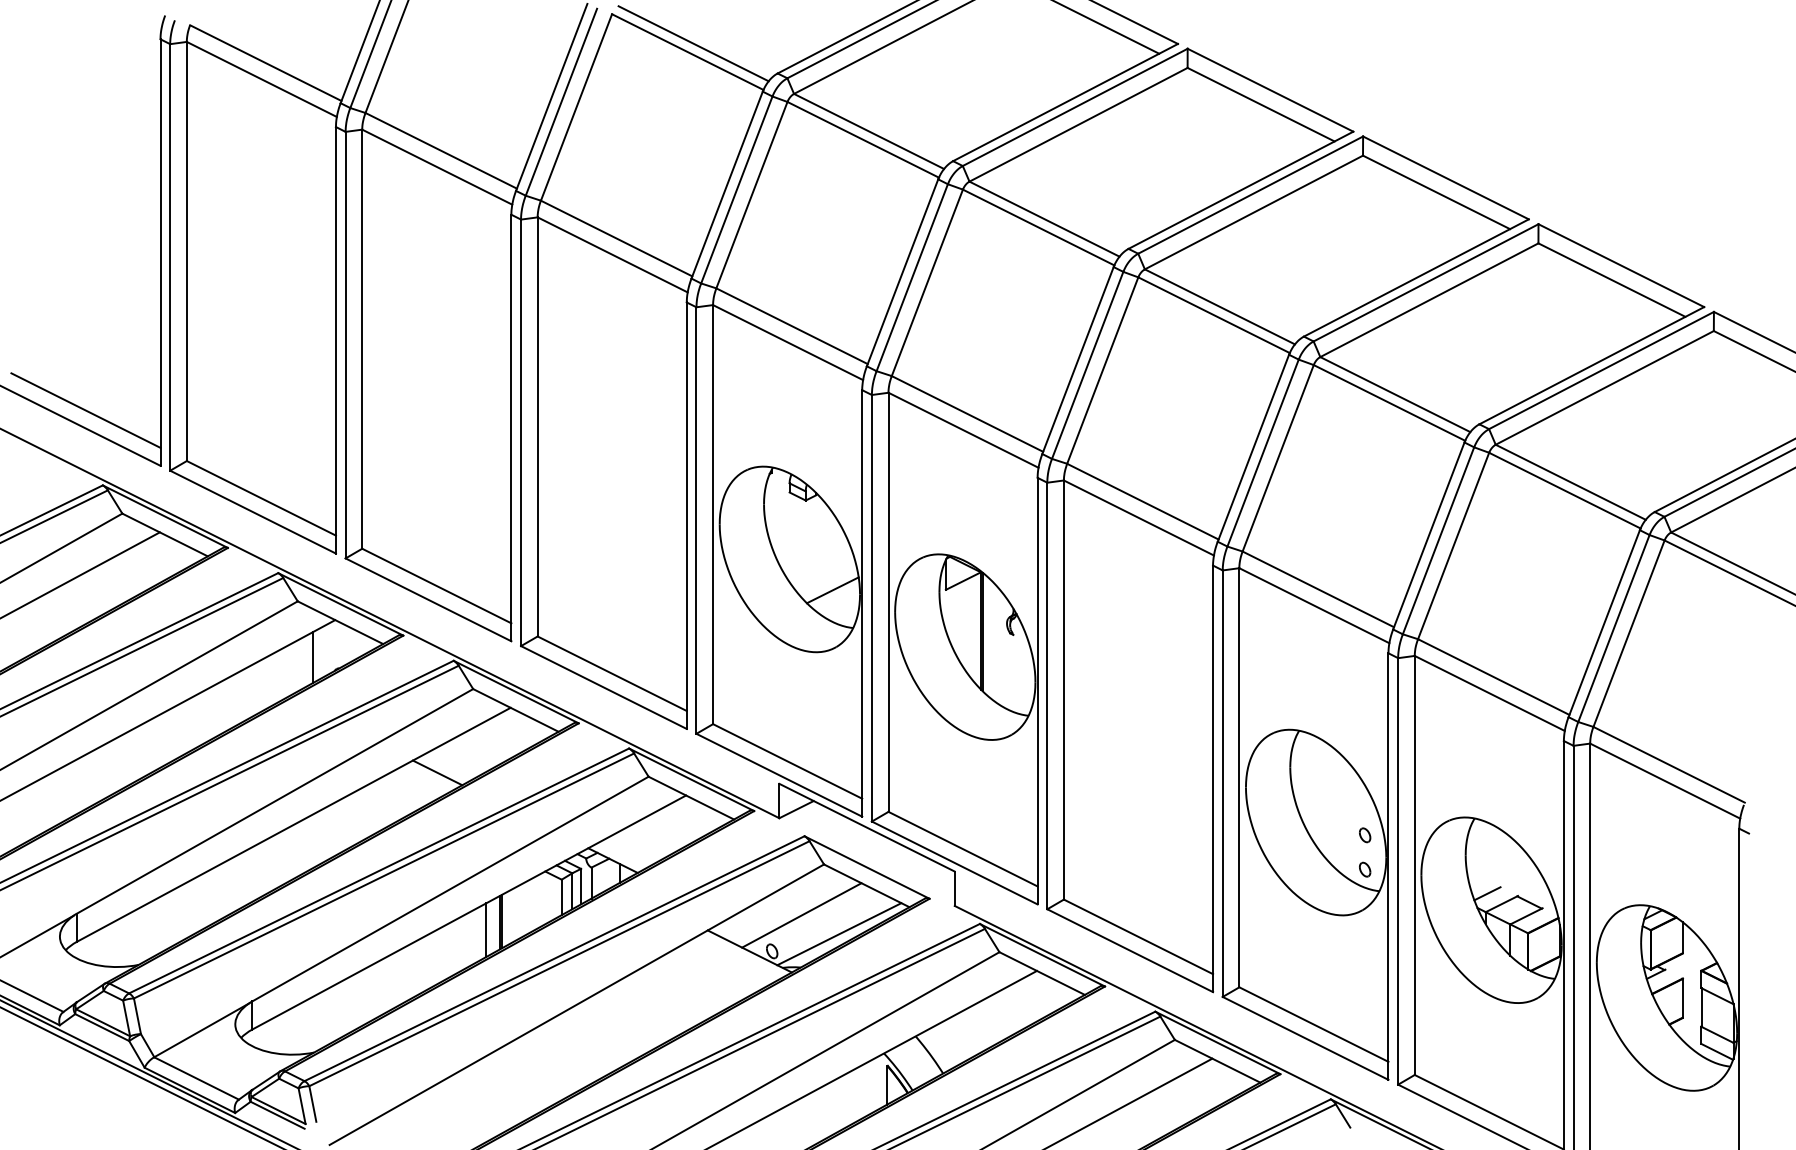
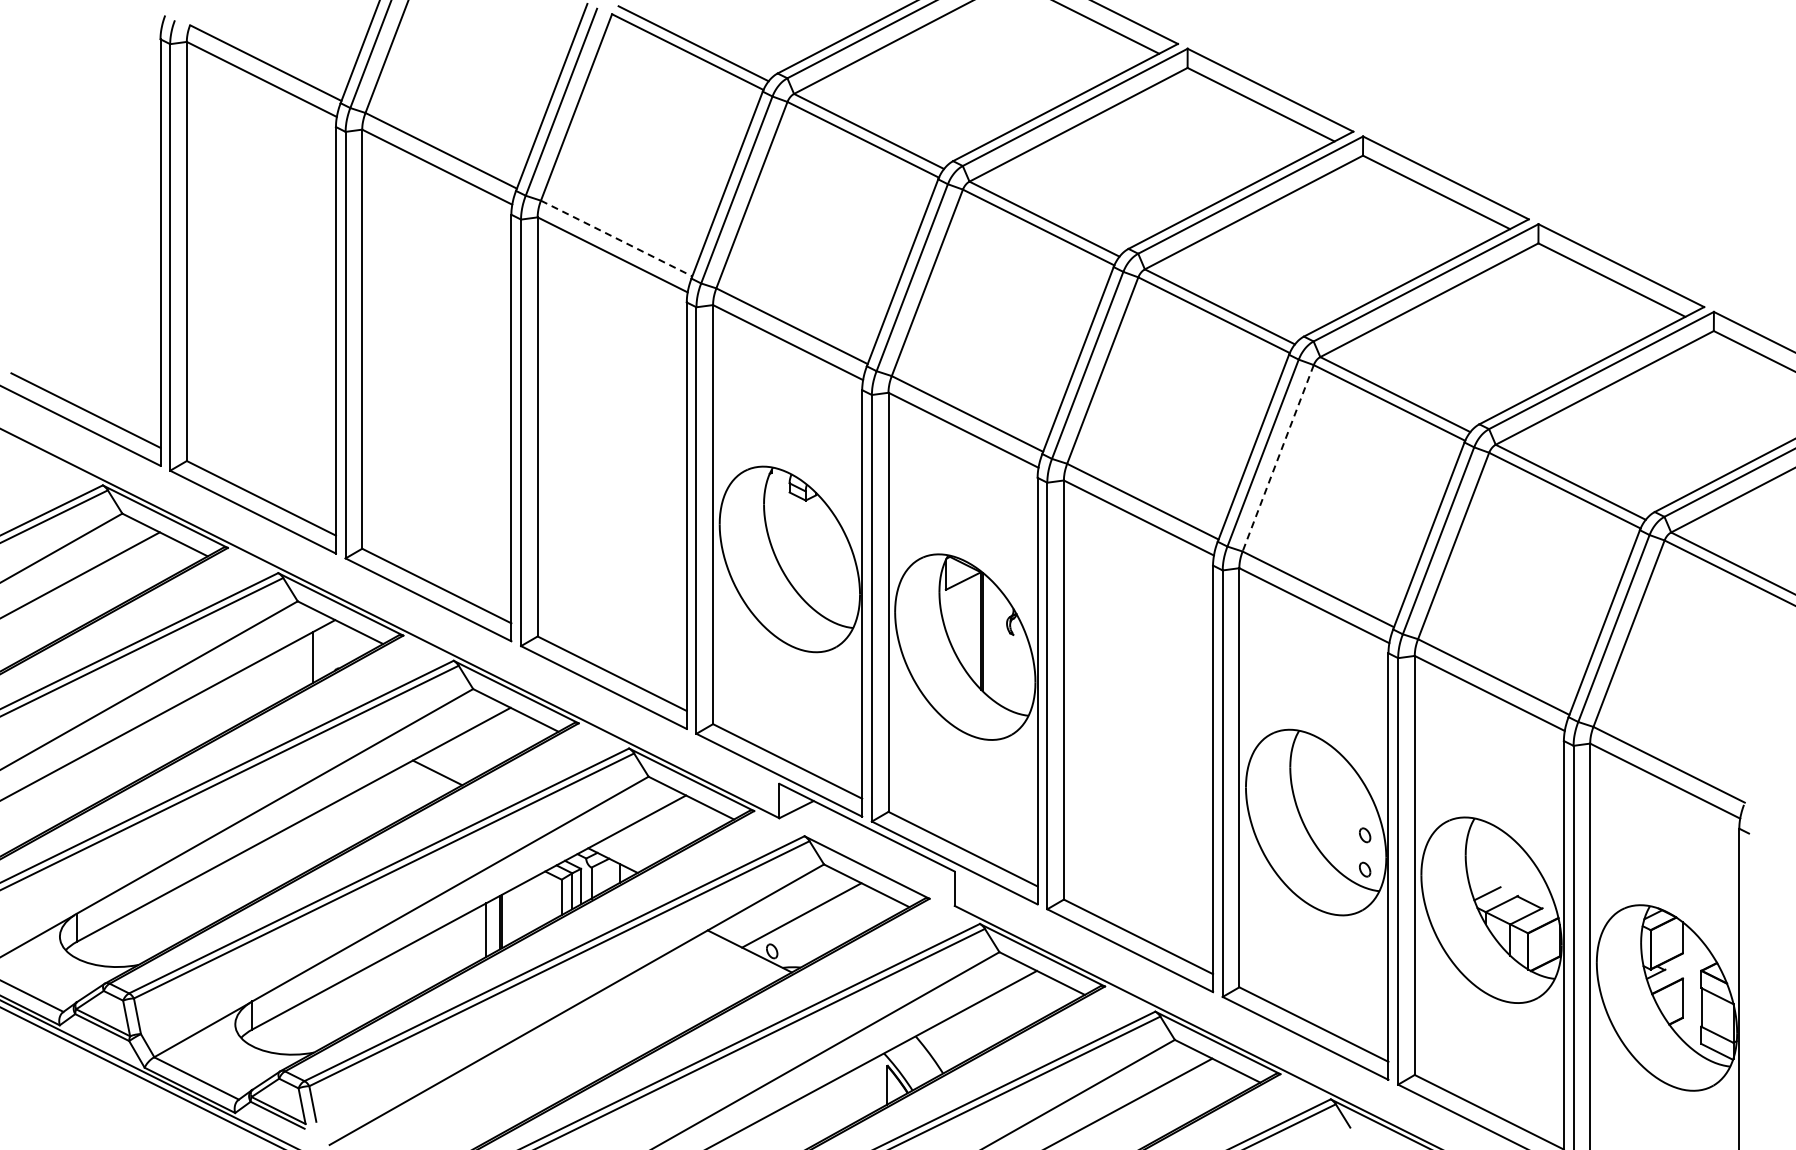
line at (616, 238): solid -> dashed
line at (1278, 458): solid -> dashed
line at (832, 590): present -> none
line at (839, 934): present -> none
